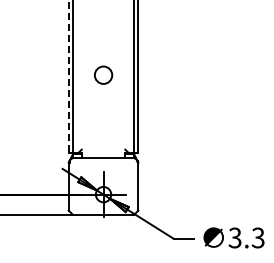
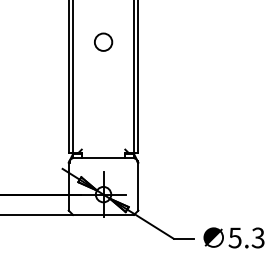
circle at (103, 74) position: (103, 74) -> (103, 41)
line at (68, 77): dashed -> solid
text at (235, 237): 3.3 -> 5.3
